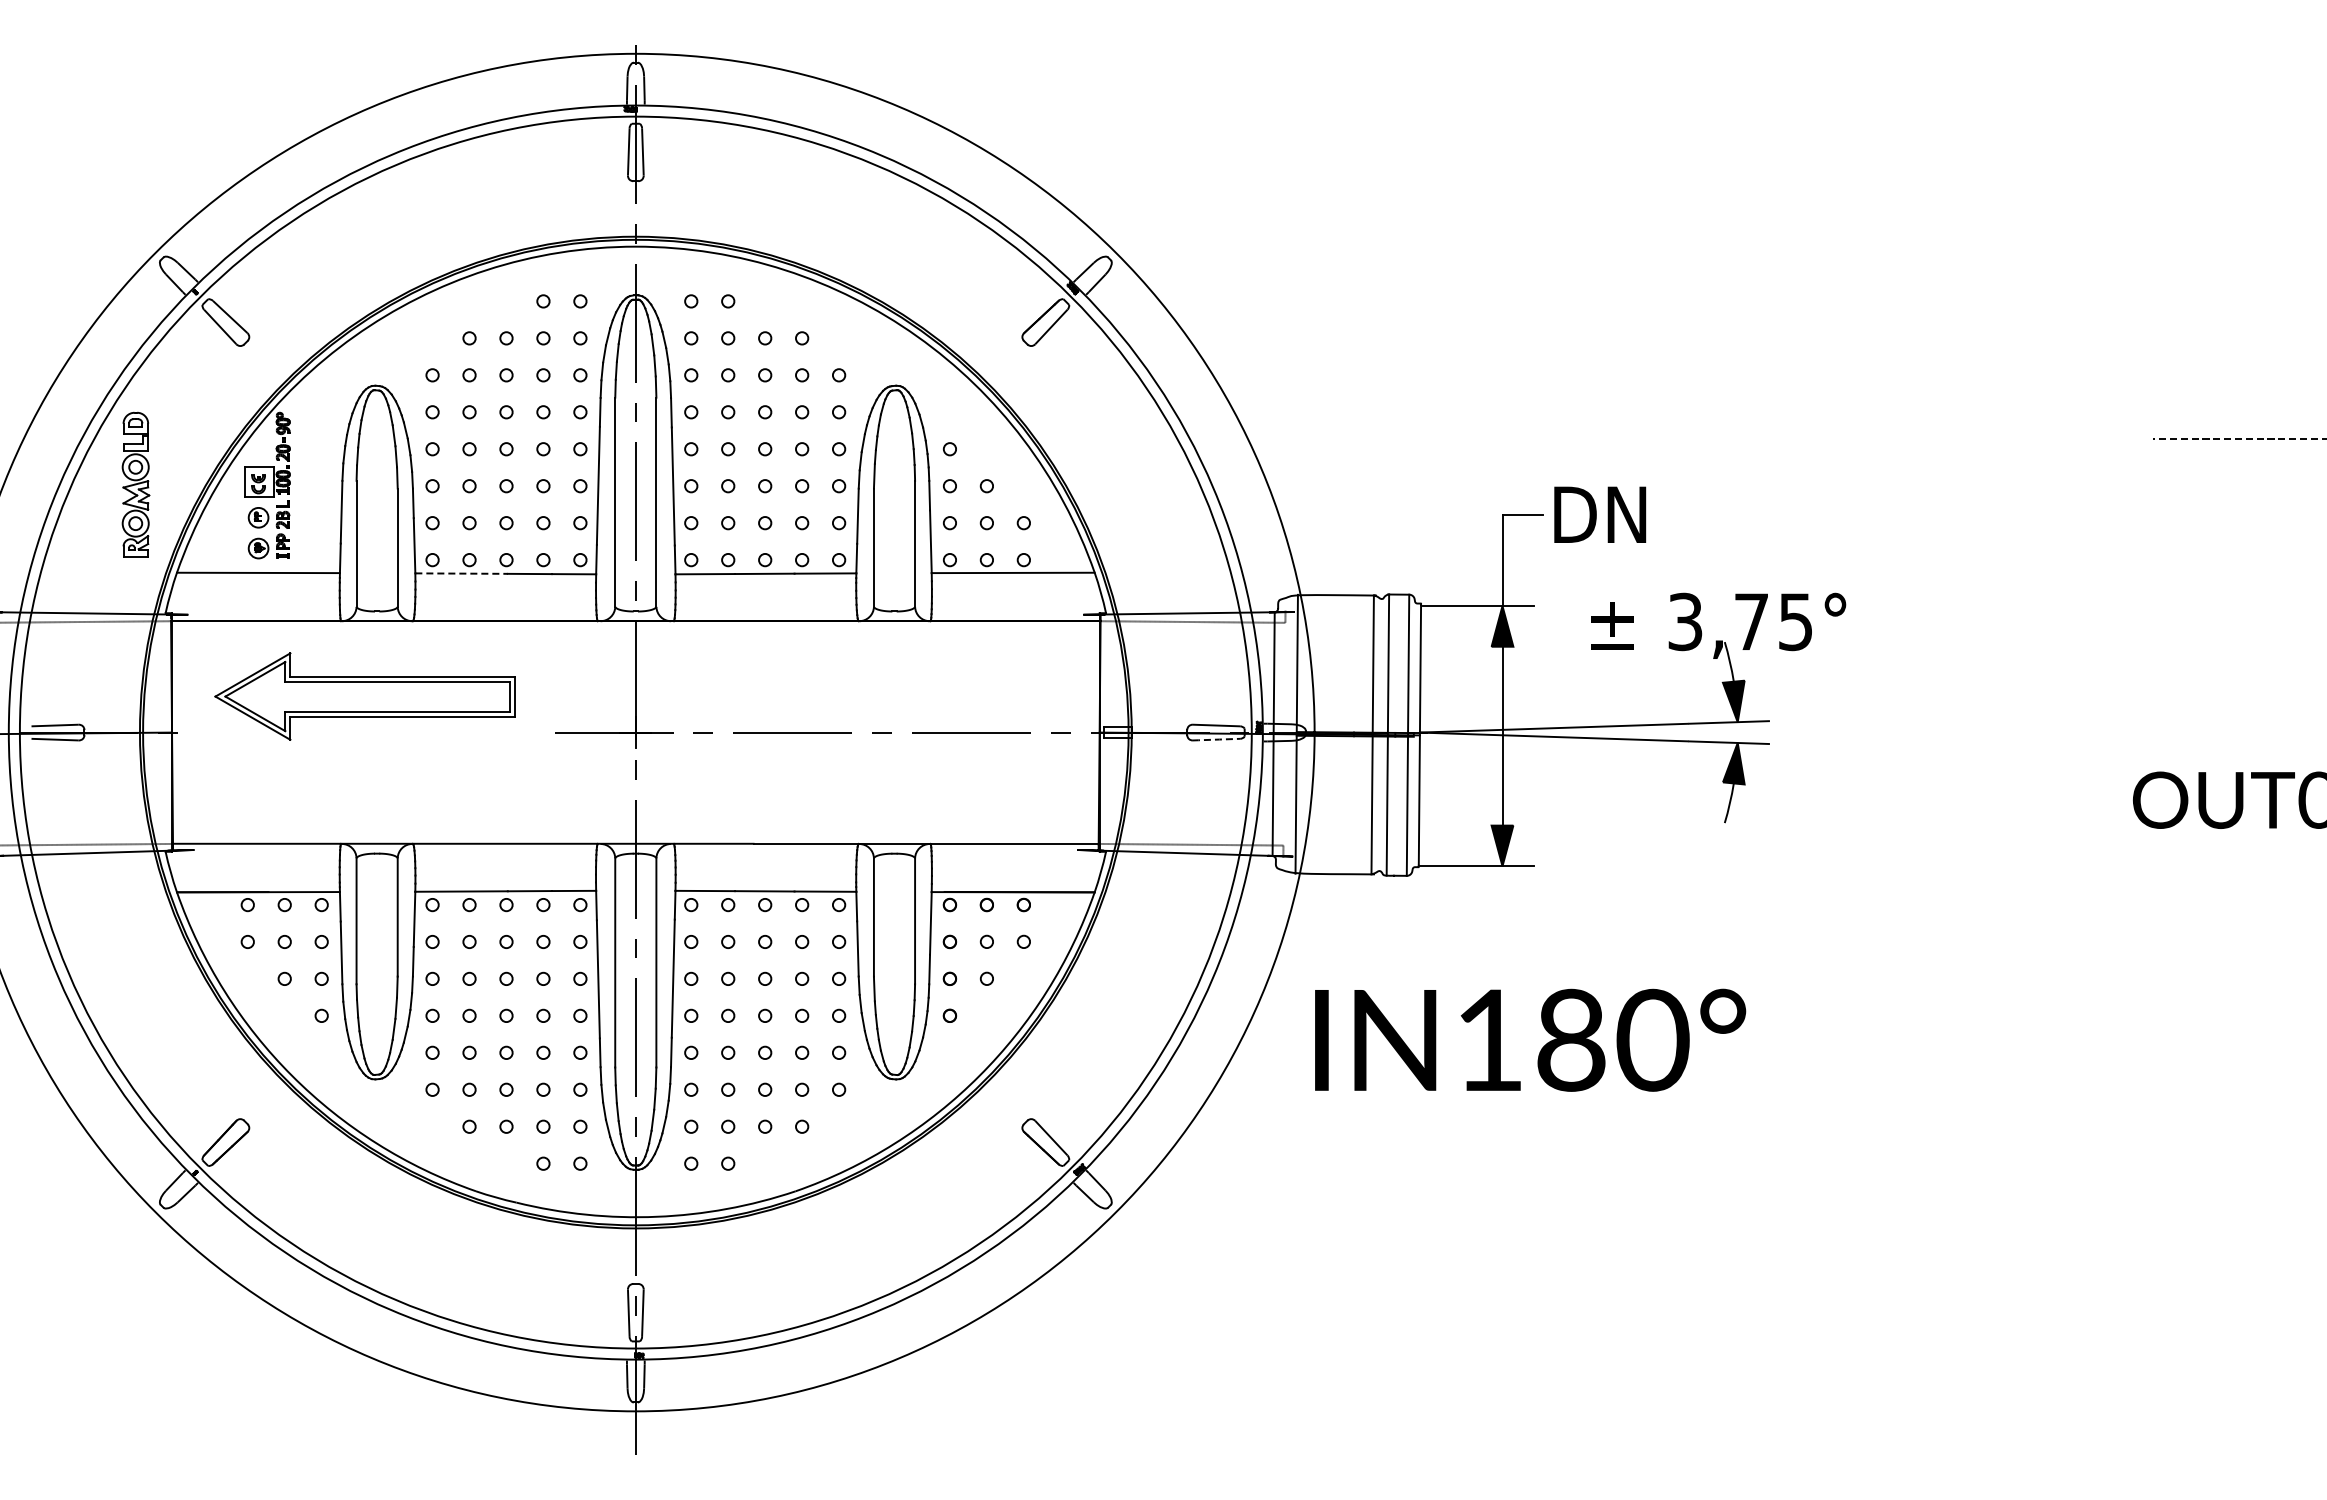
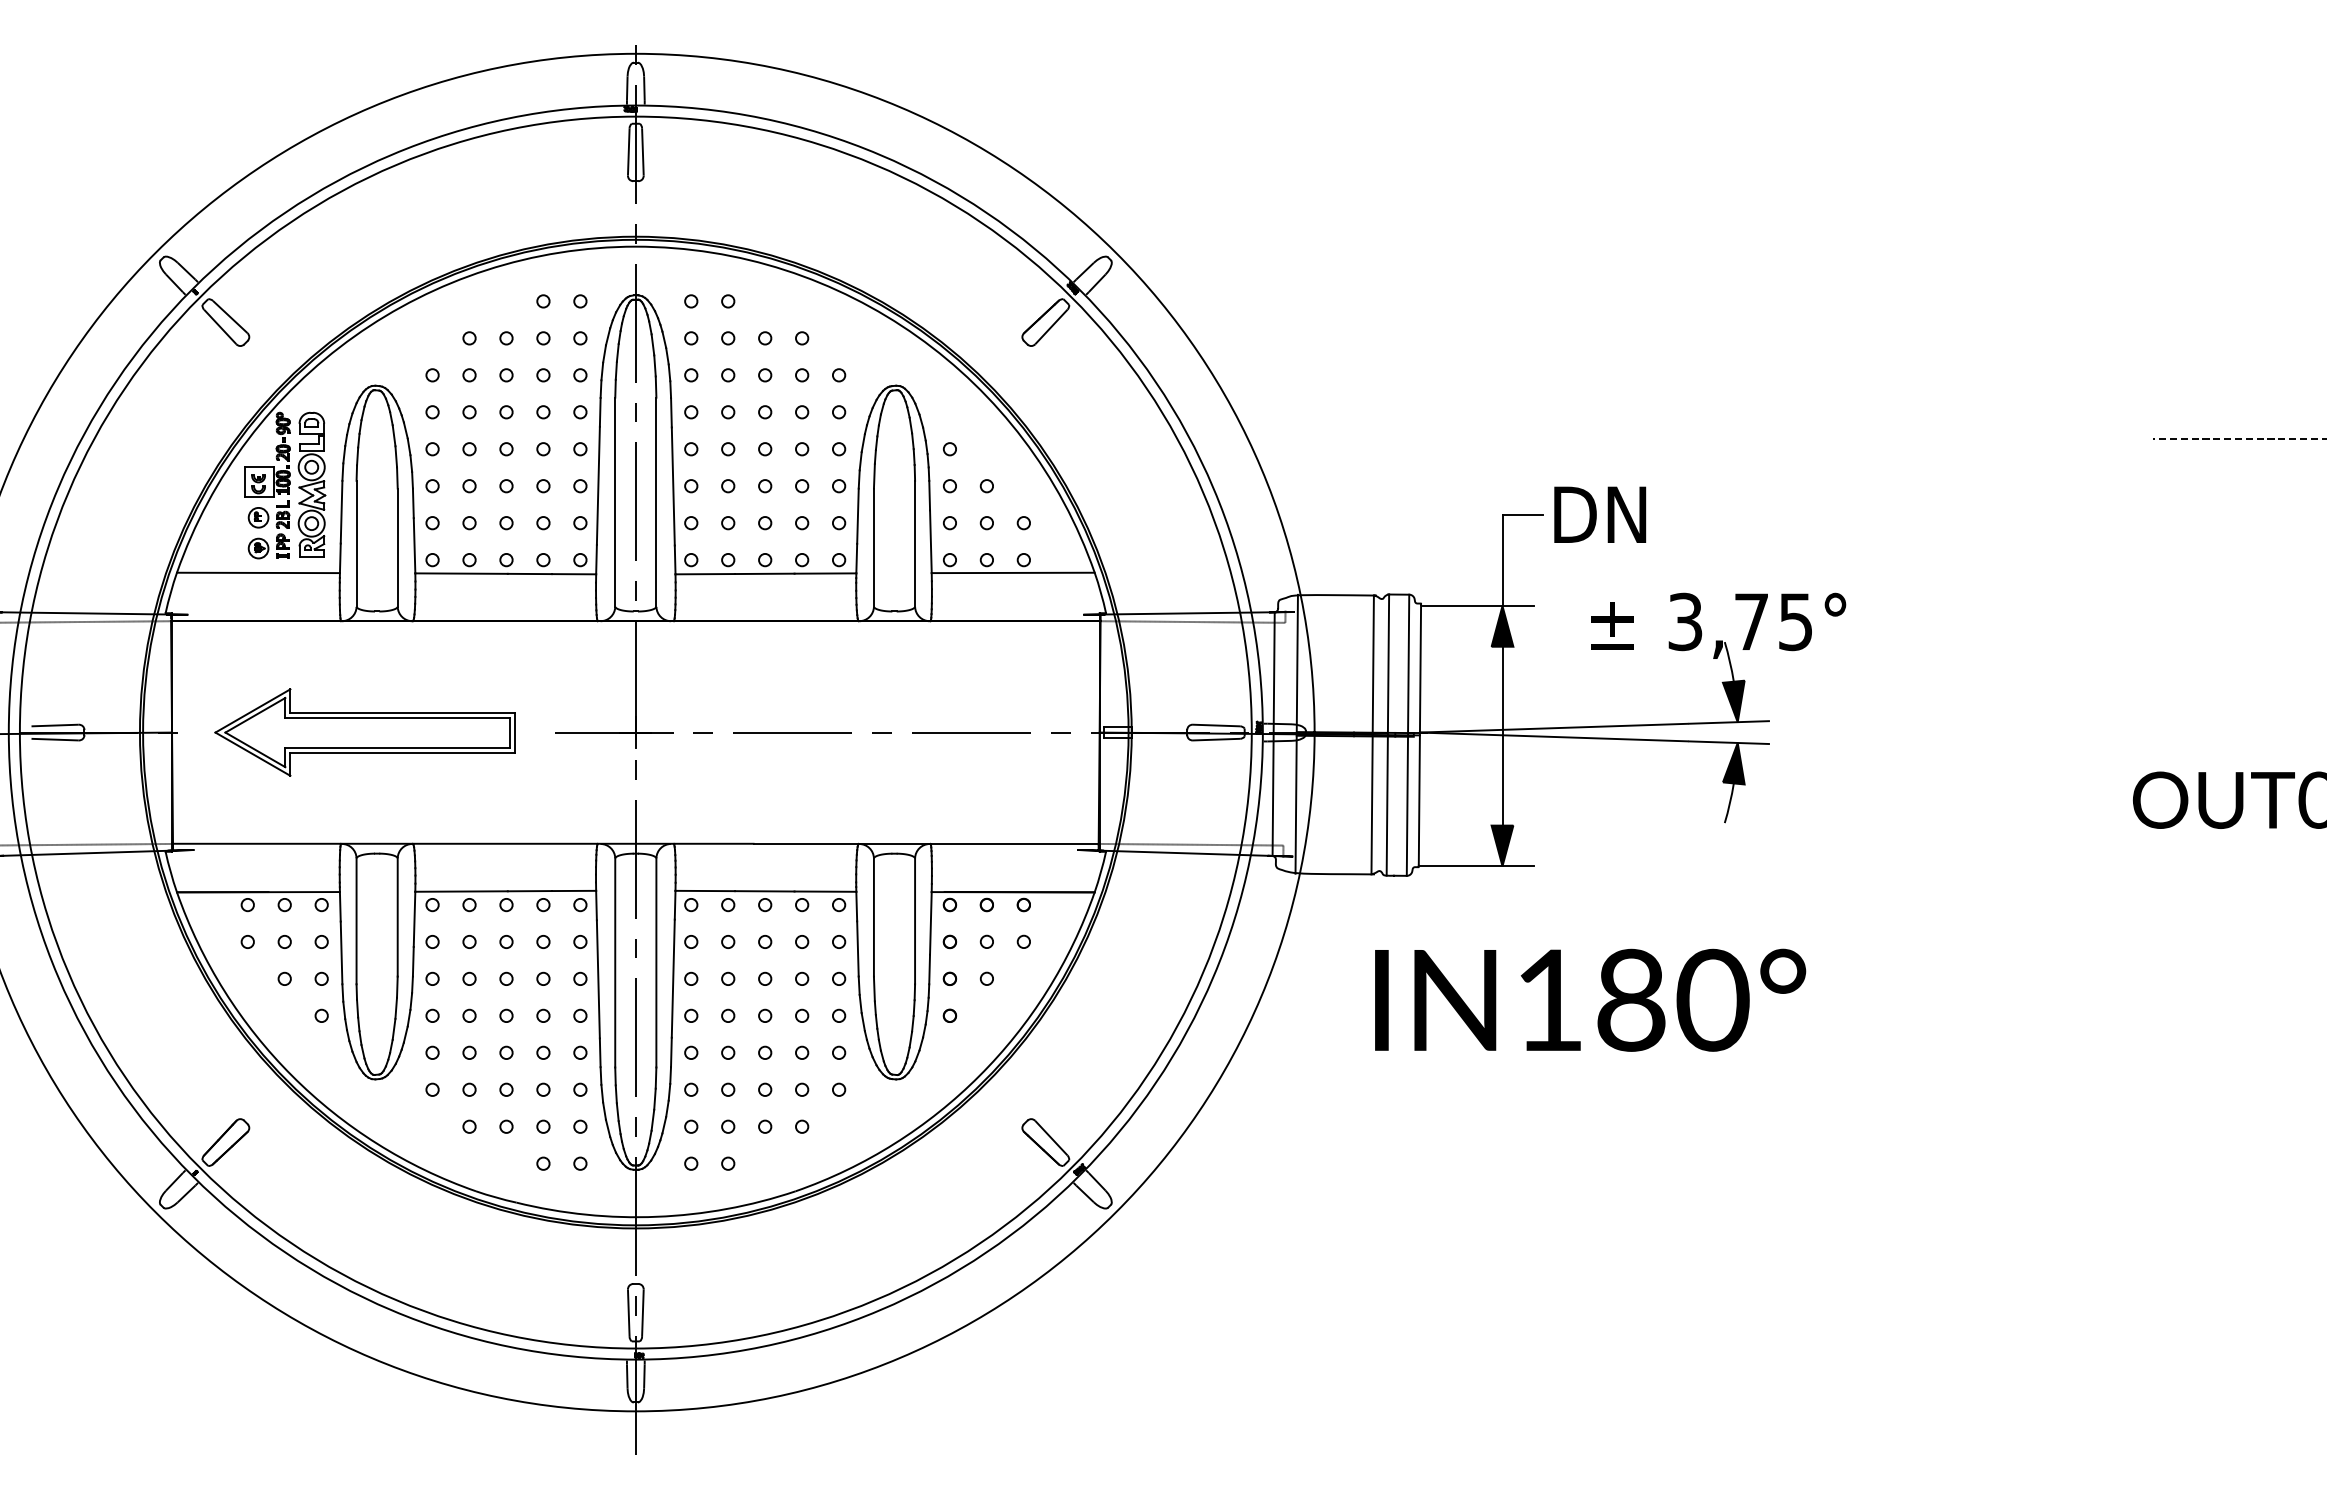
part at (135, 484) position: (135, 484) -> (311, 484)
line at (462, 573): dashed -> solid
part at (364, 696) position: (364, 696) -> (364, 732)
line at (1216, 739): dashed -> solid
text at (1530, 1039) position: (1530, 1039) -> (1590, 999)
